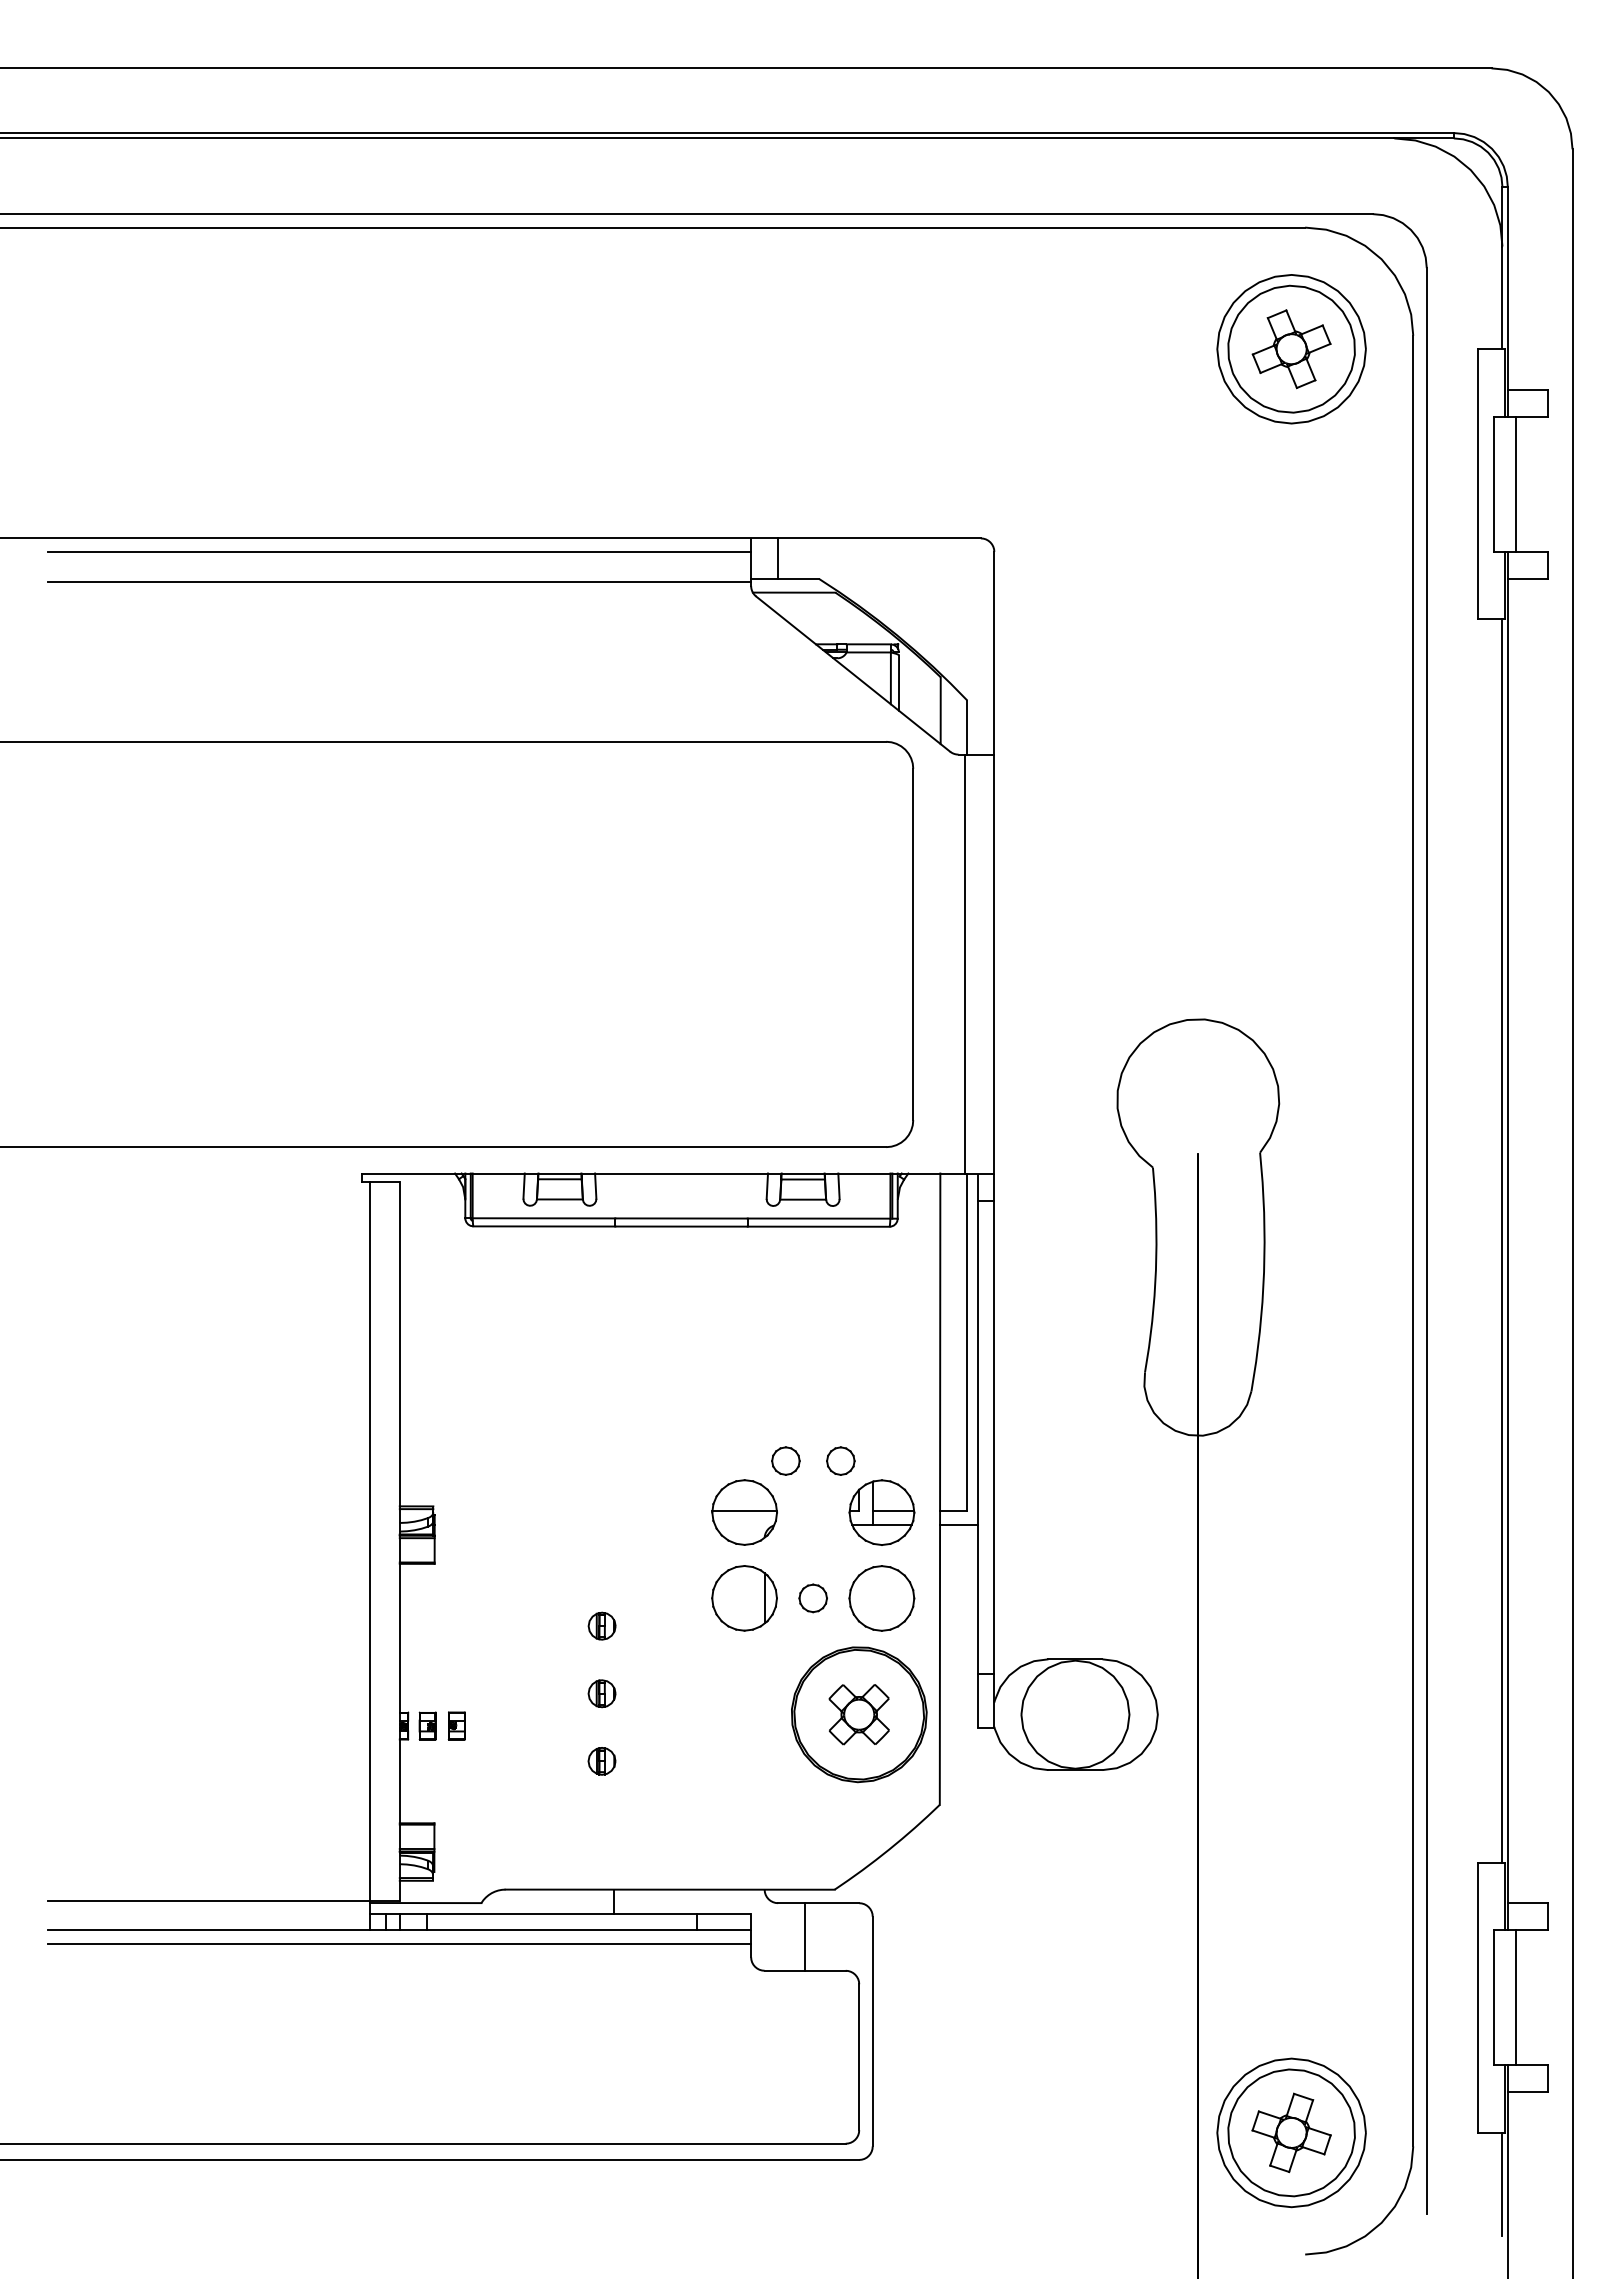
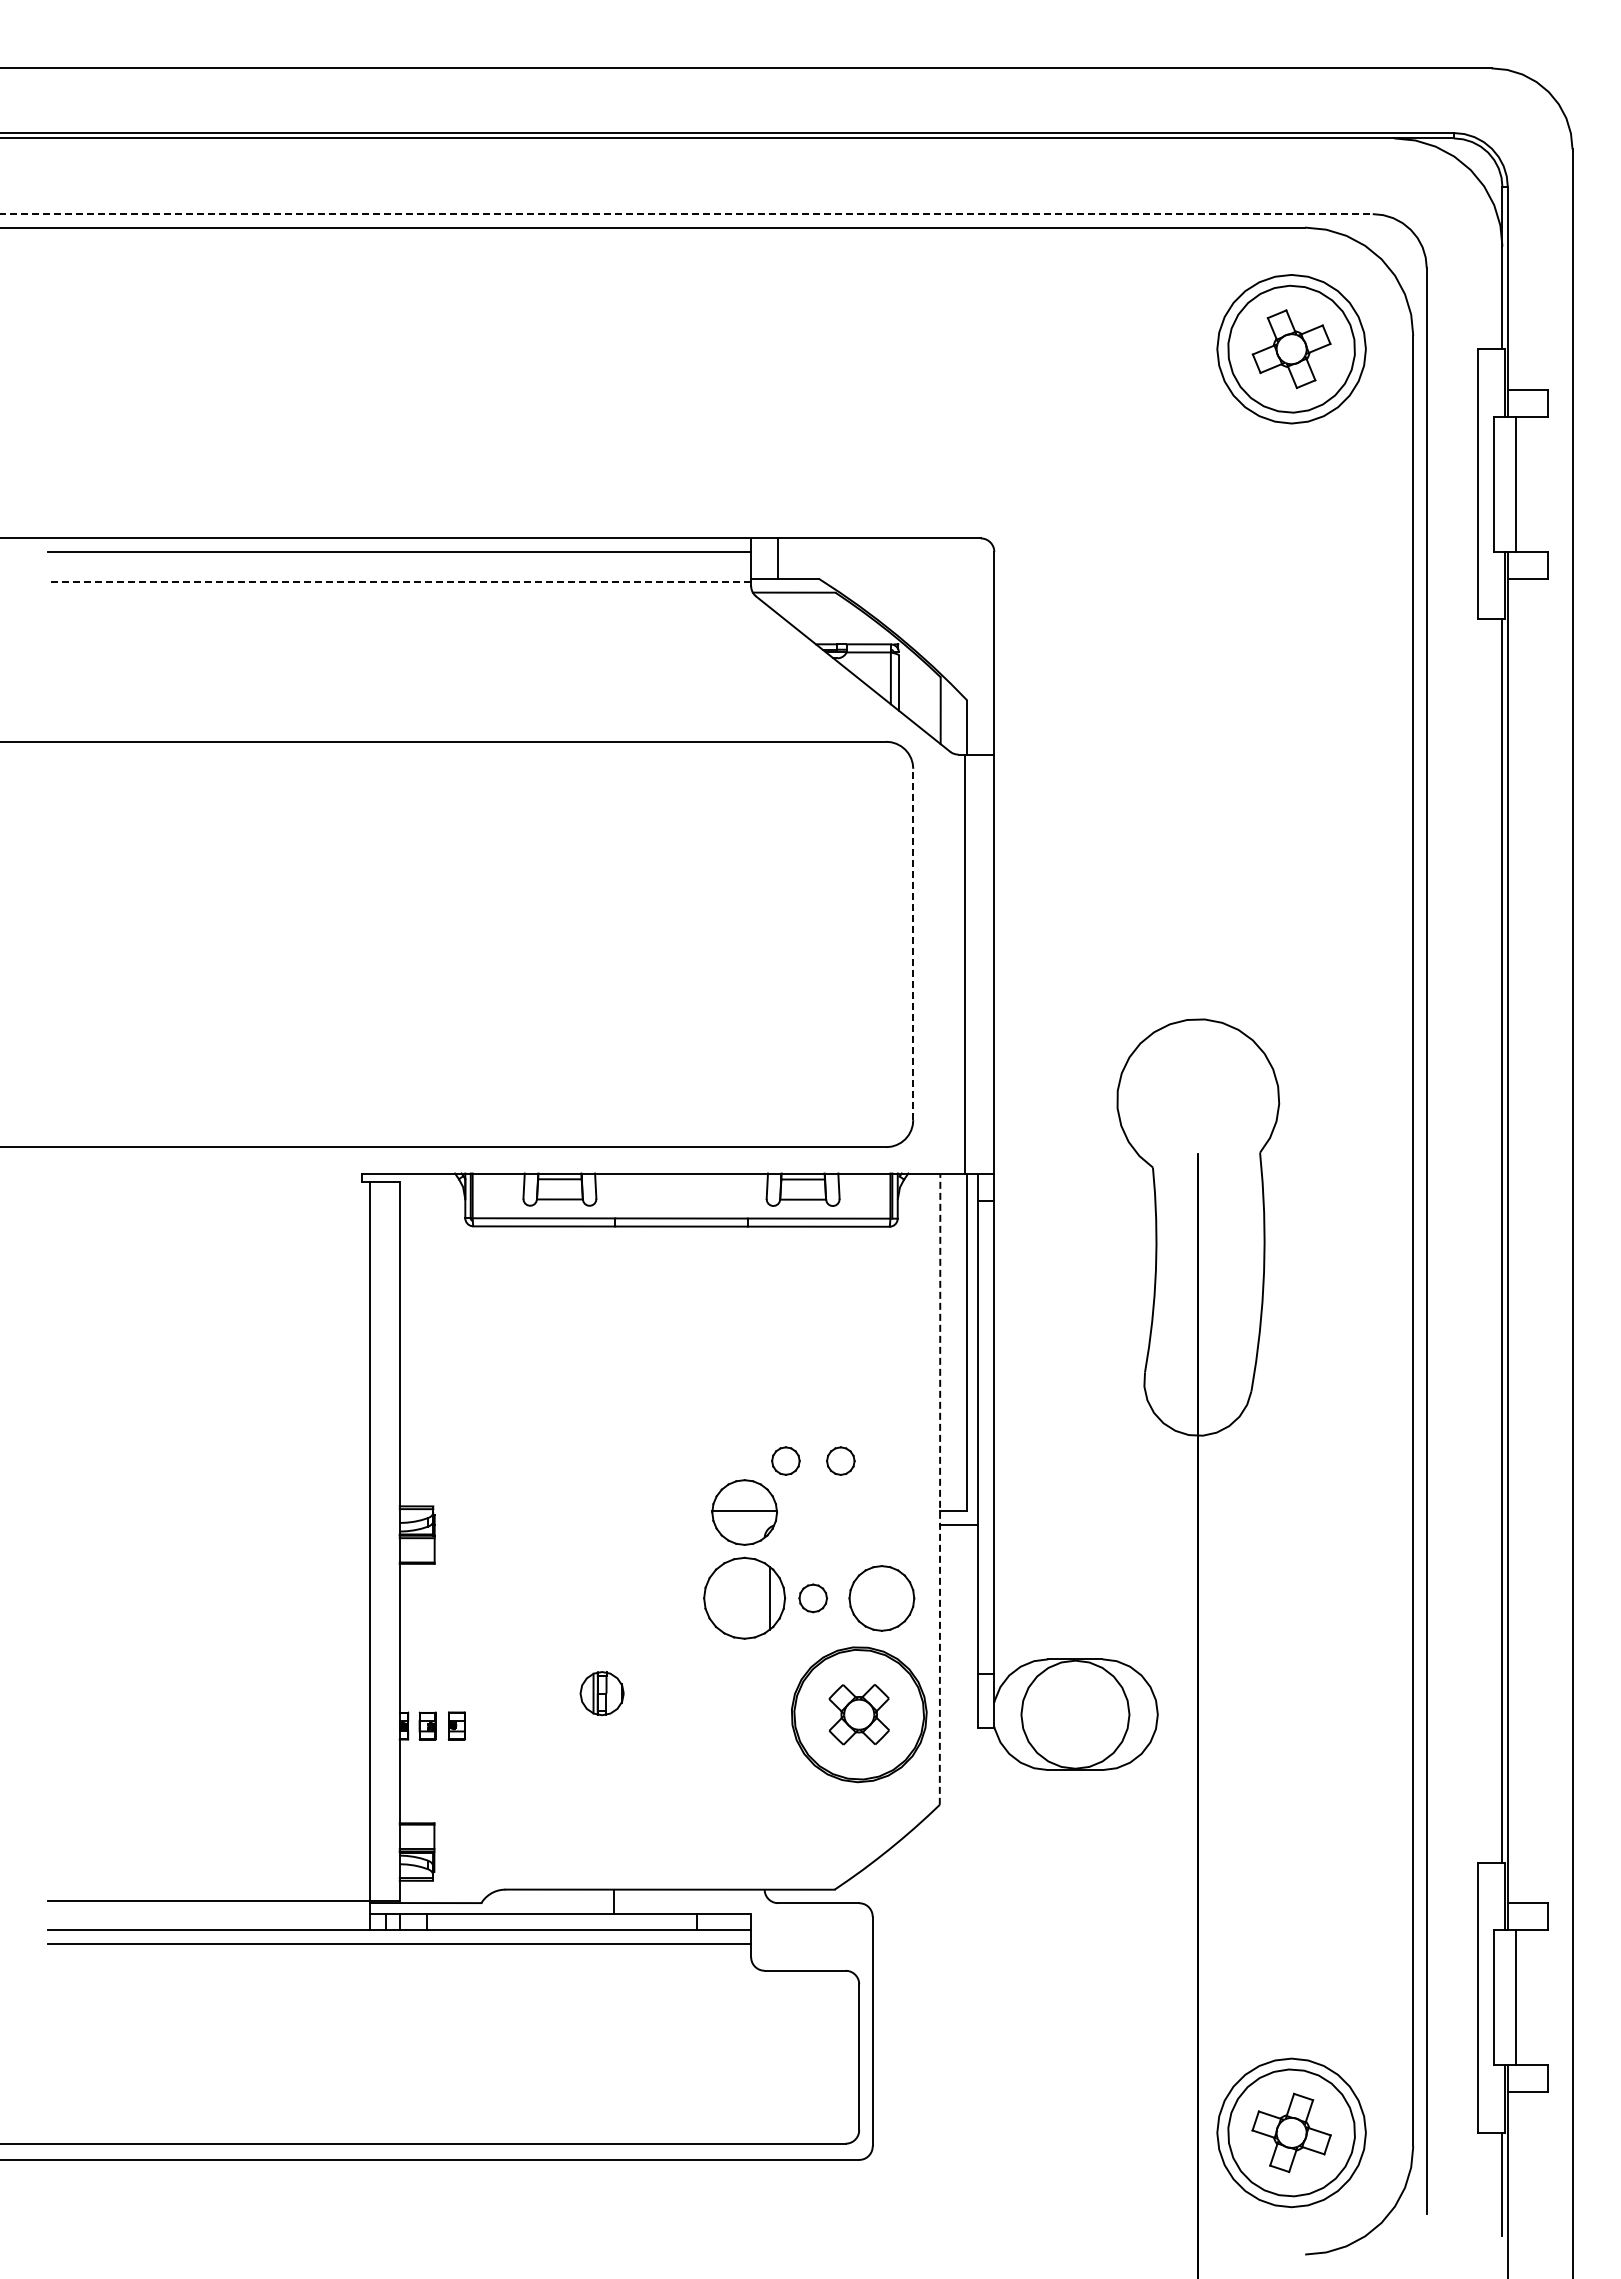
line at (686, 214): solid -> dashed
line at (399, 581): solid -> dashed
line at (913, 944): solid -> dashed
line at (940, 1489): solid -> dashed
part at (881, 1512): present -> none
part at (744, 1598) size: 67x67 px -> 84x84 px
part at (601, 1625): present -> none
part at (601, 1693) size: 30x30 px -> 46x46 px
part at (601, 1761): present -> none
line at (805, 1936): present -> none
